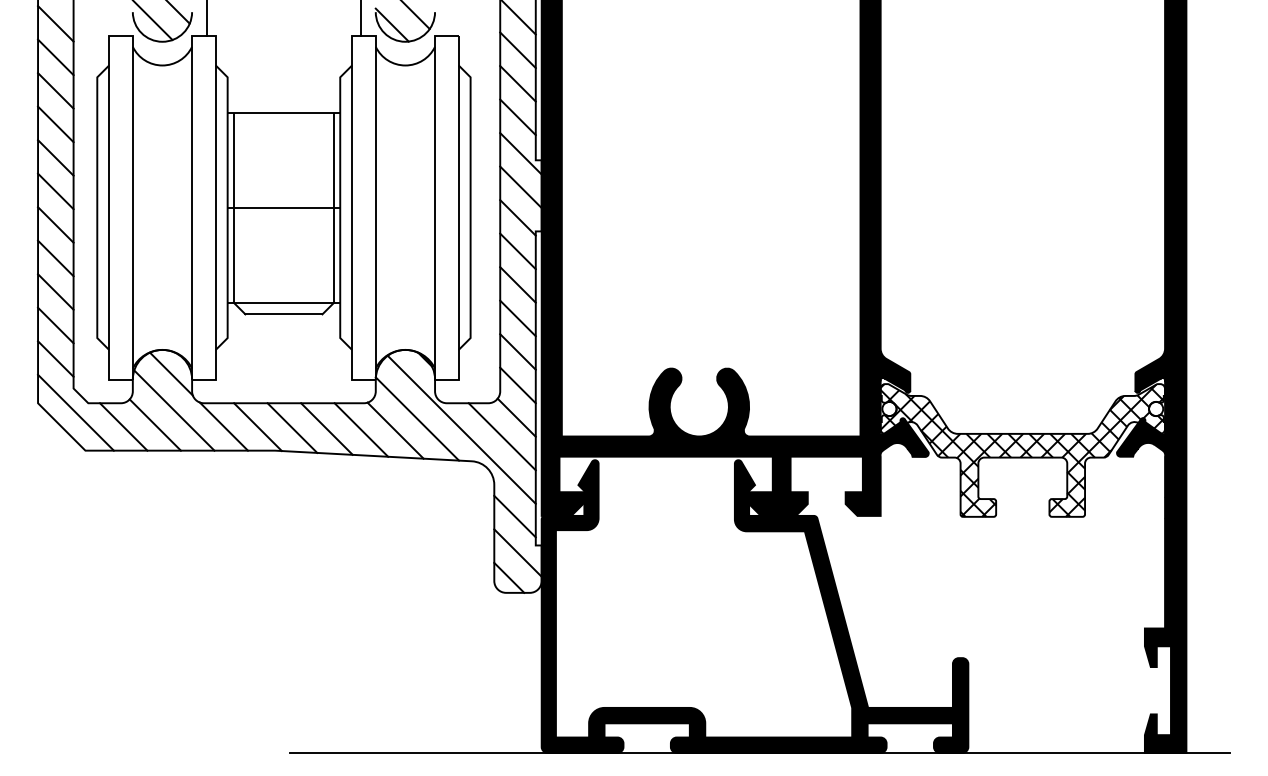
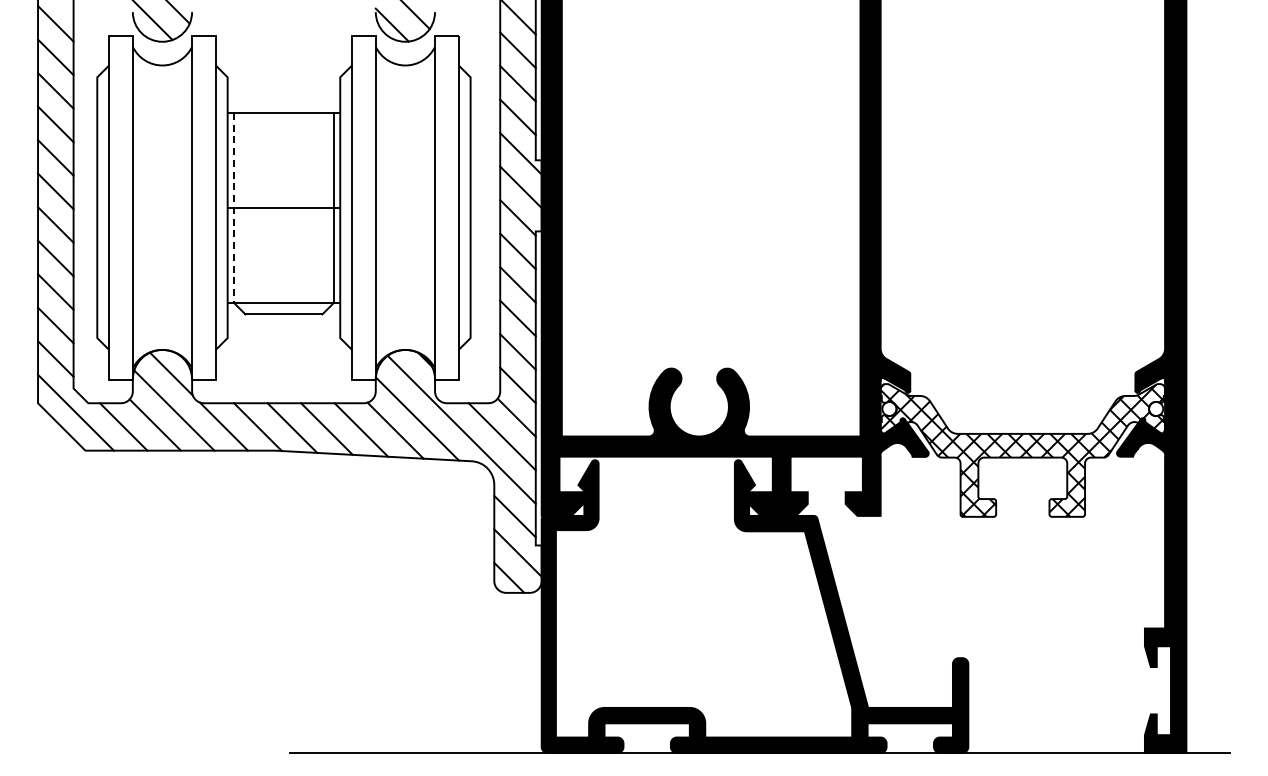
line at (206, 18): present -> none
line at (360, 18): present -> none
line at (233, 207): solid -> dashed
